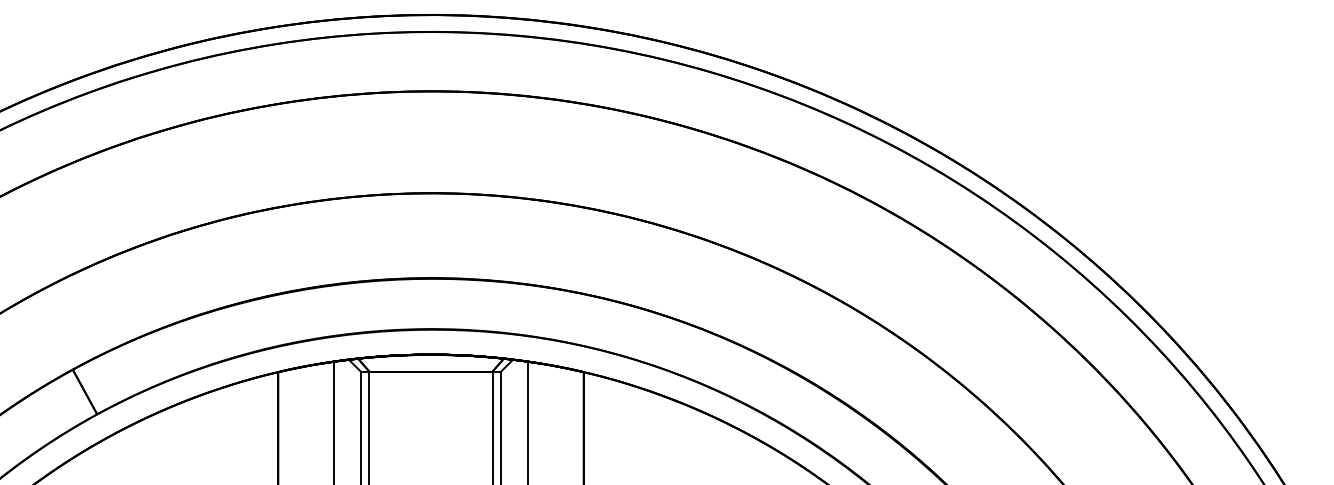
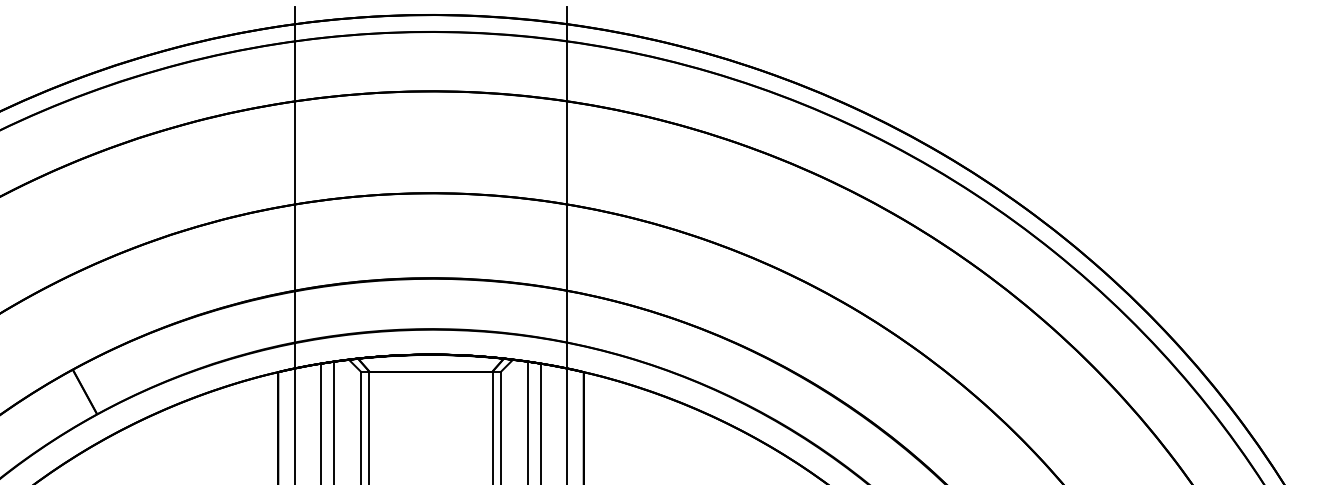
line at (295, 243): none -> present
line at (566, 243): none -> present
line at (320, 422): none -> present
line at (541, 422): none -> present
